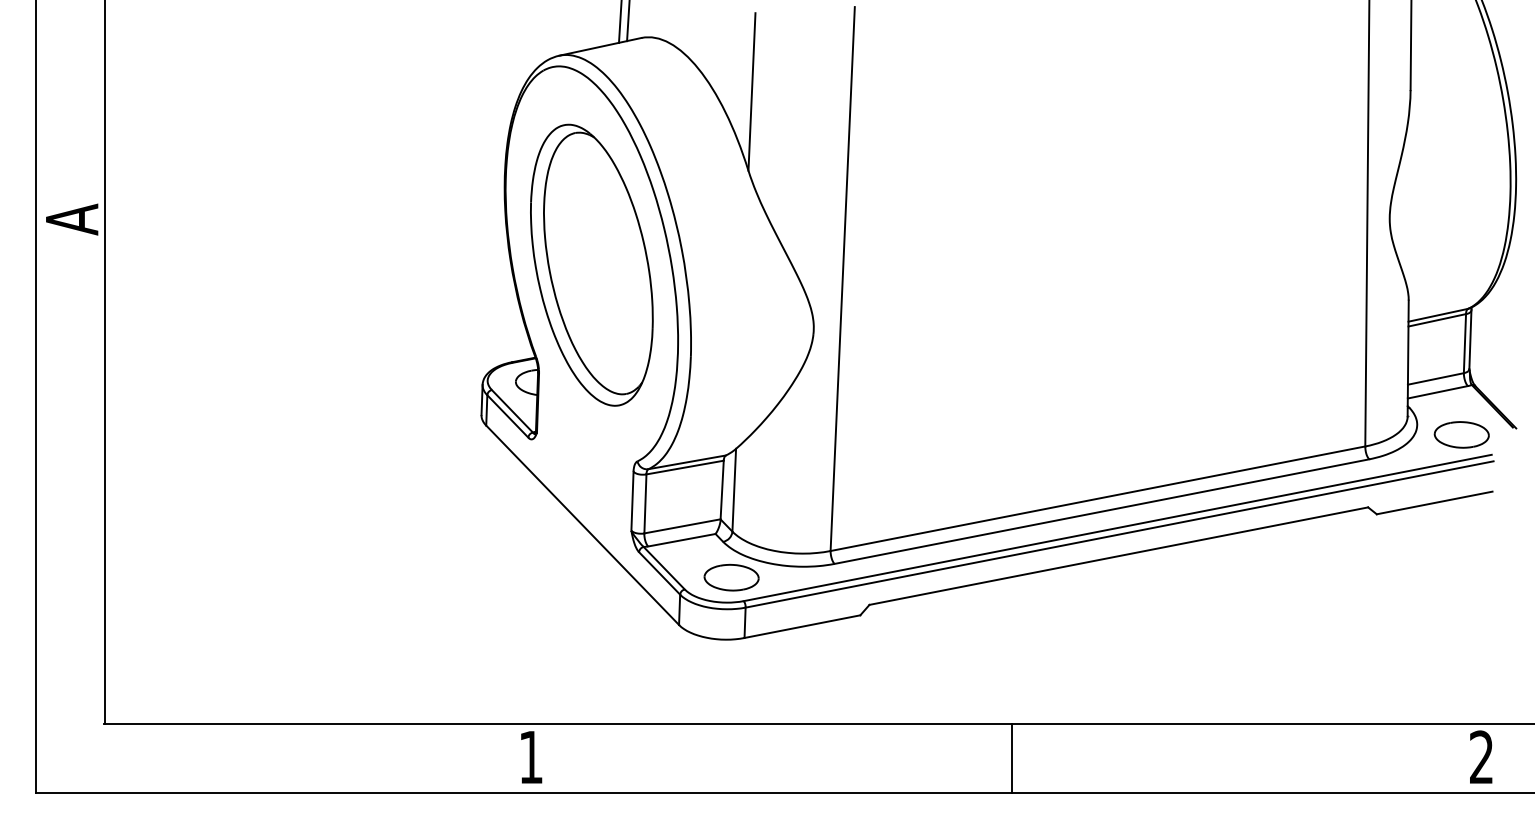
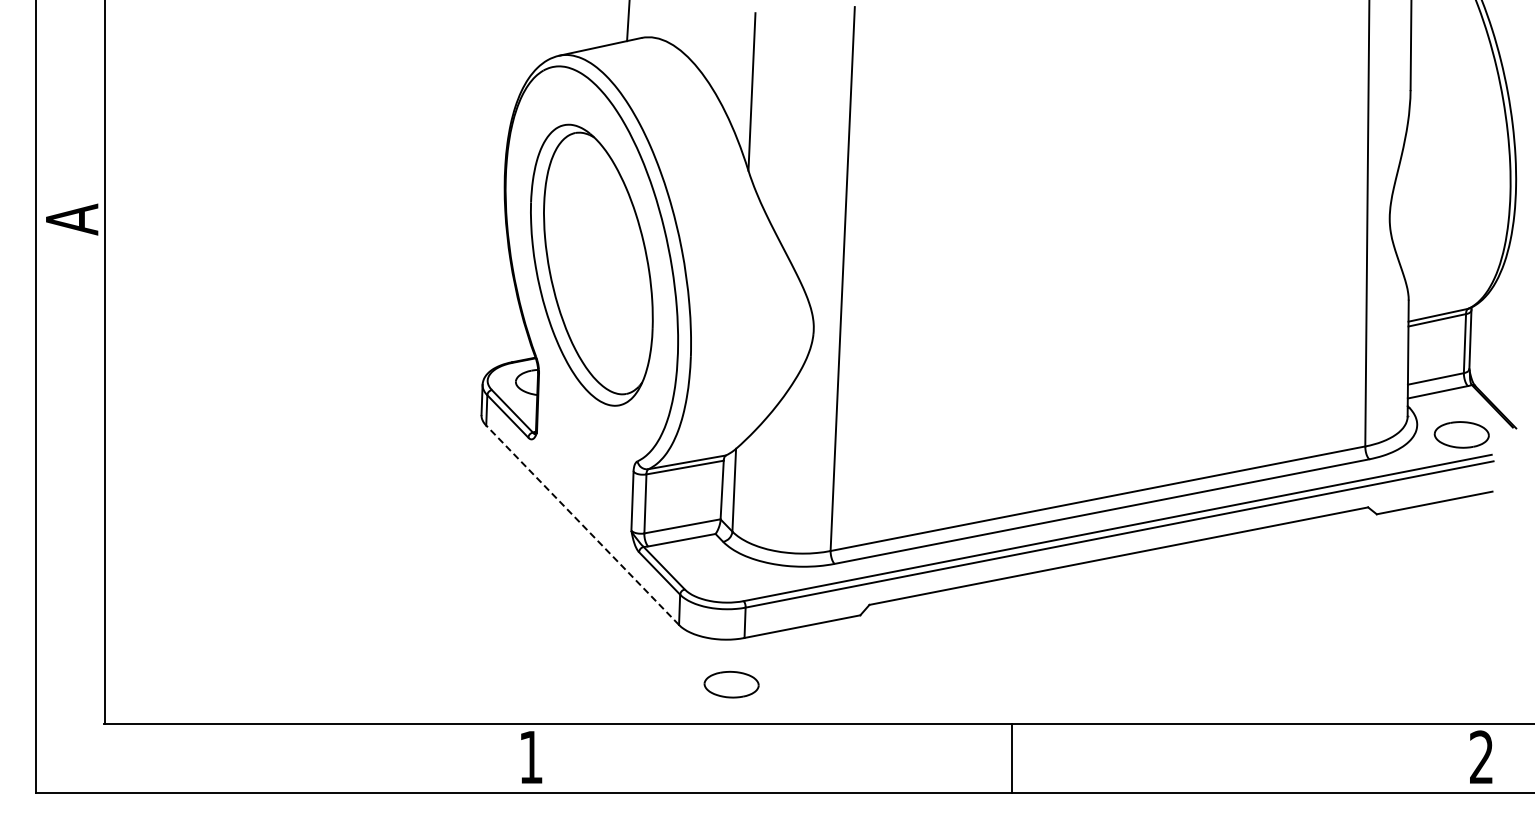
line at (619, 22): present -> none
line at (582, 525): solid -> dashed
part at (731, 577) position: (731, 577) -> (731, 684)
